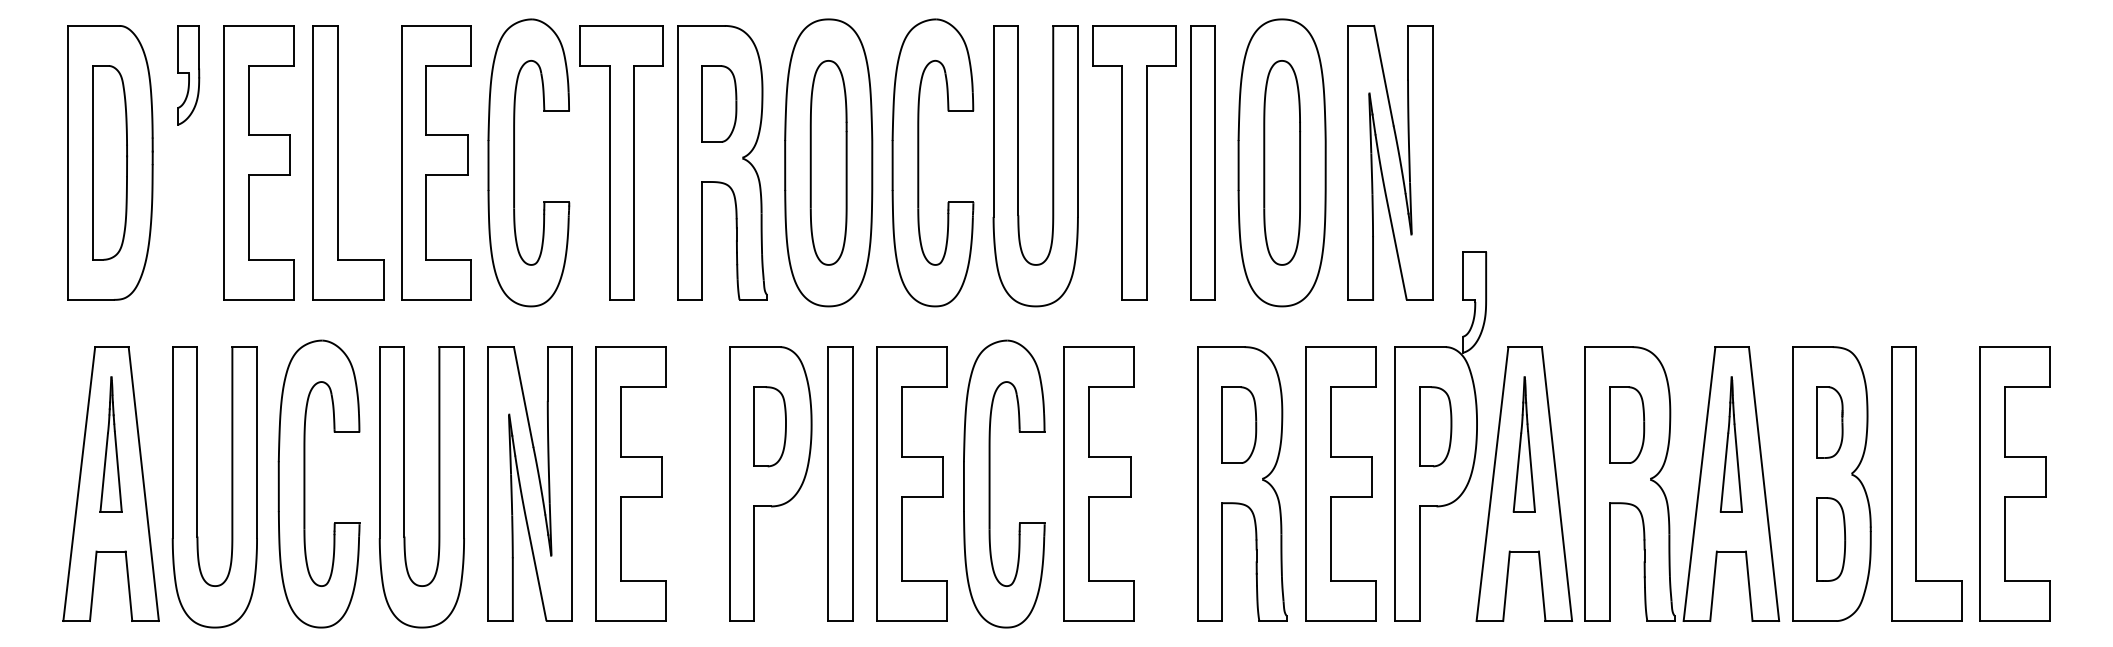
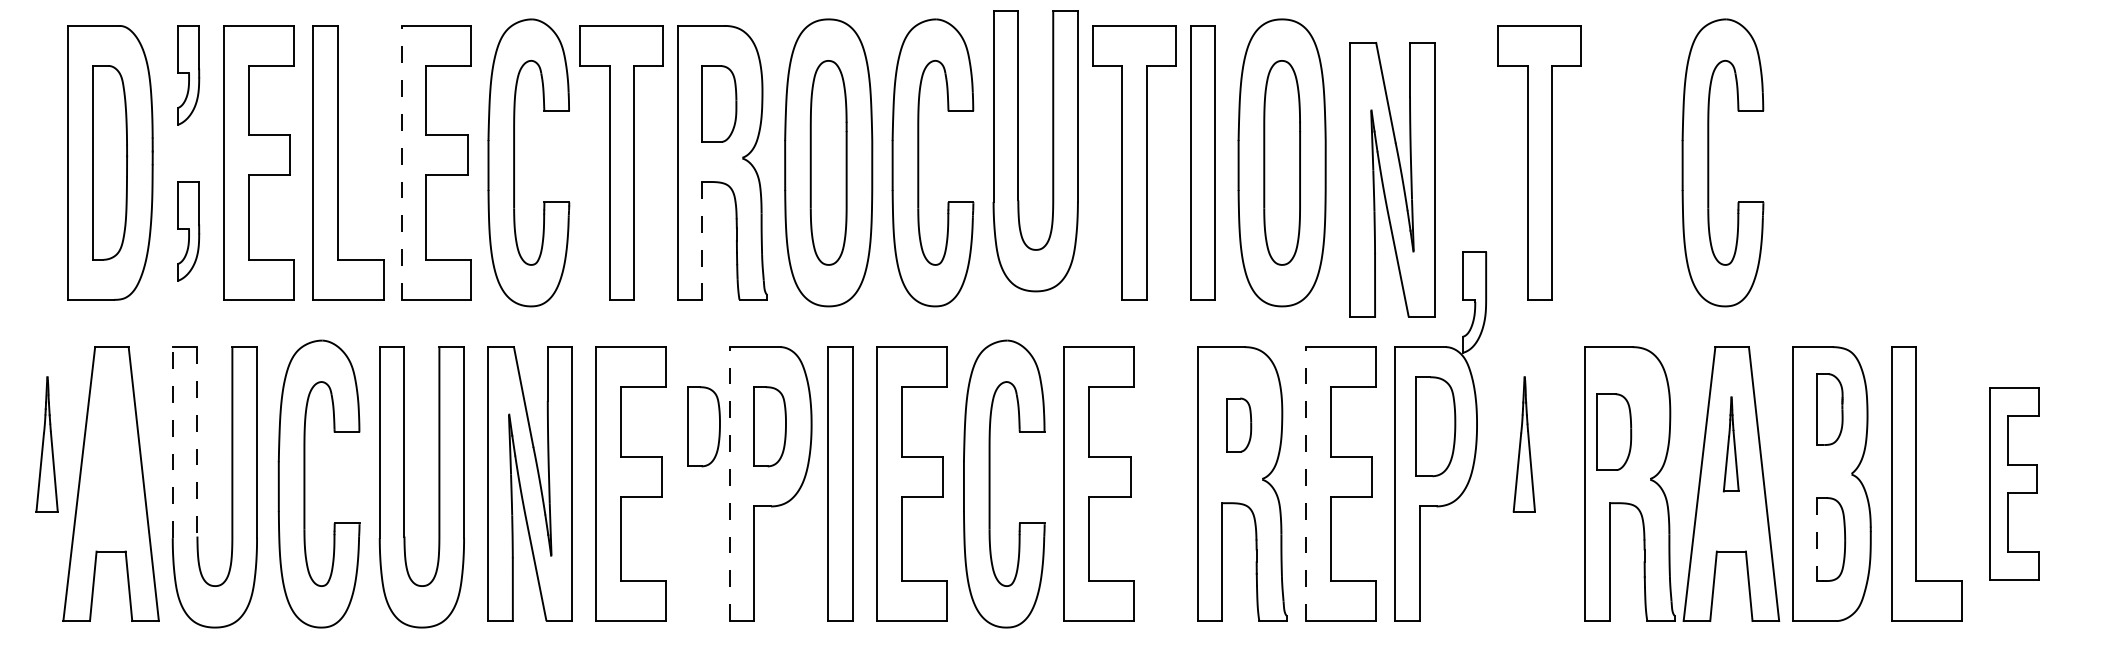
line at (401, 162): solid -> dashed
part at (1390, 162) position: (1390, 162) -> (1392, 179)
part at (1539, 162): none -> present
part at (1709, 162): none -> present
part at (1018, 166) position: (1018, 166) -> (1018, 151)
part at (188, 231): none -> present
line at (702, 240): solid -> dashed
part at (1829, 422) position: (1829, 422) -> (1829, 409)
part at (1239, 424) size: 37x78 px -> 27x56 px
part at (1627, 424) position: (1627, 424) -> (1614, 431)
part at (703, 426): none -> present
part at (1435, 426) size: 34x82 px -> 42x102 px
line at (197, 441): solid -> dashed
line at (172, 442): solid -> dashed
part at (110, 444) position: (110, 444) -> (46, 444)
part at (1730, 444) size: 24x137 px -> 18x97 px
part at (1524, 483): present -> none
part at (2014, 483) size: 72x276 px -> 51x194 px
line at (729, 484): solid -> dashed
line at (1305, 484): solid -> dashed
line at (1817, 540): solid -> dashed
